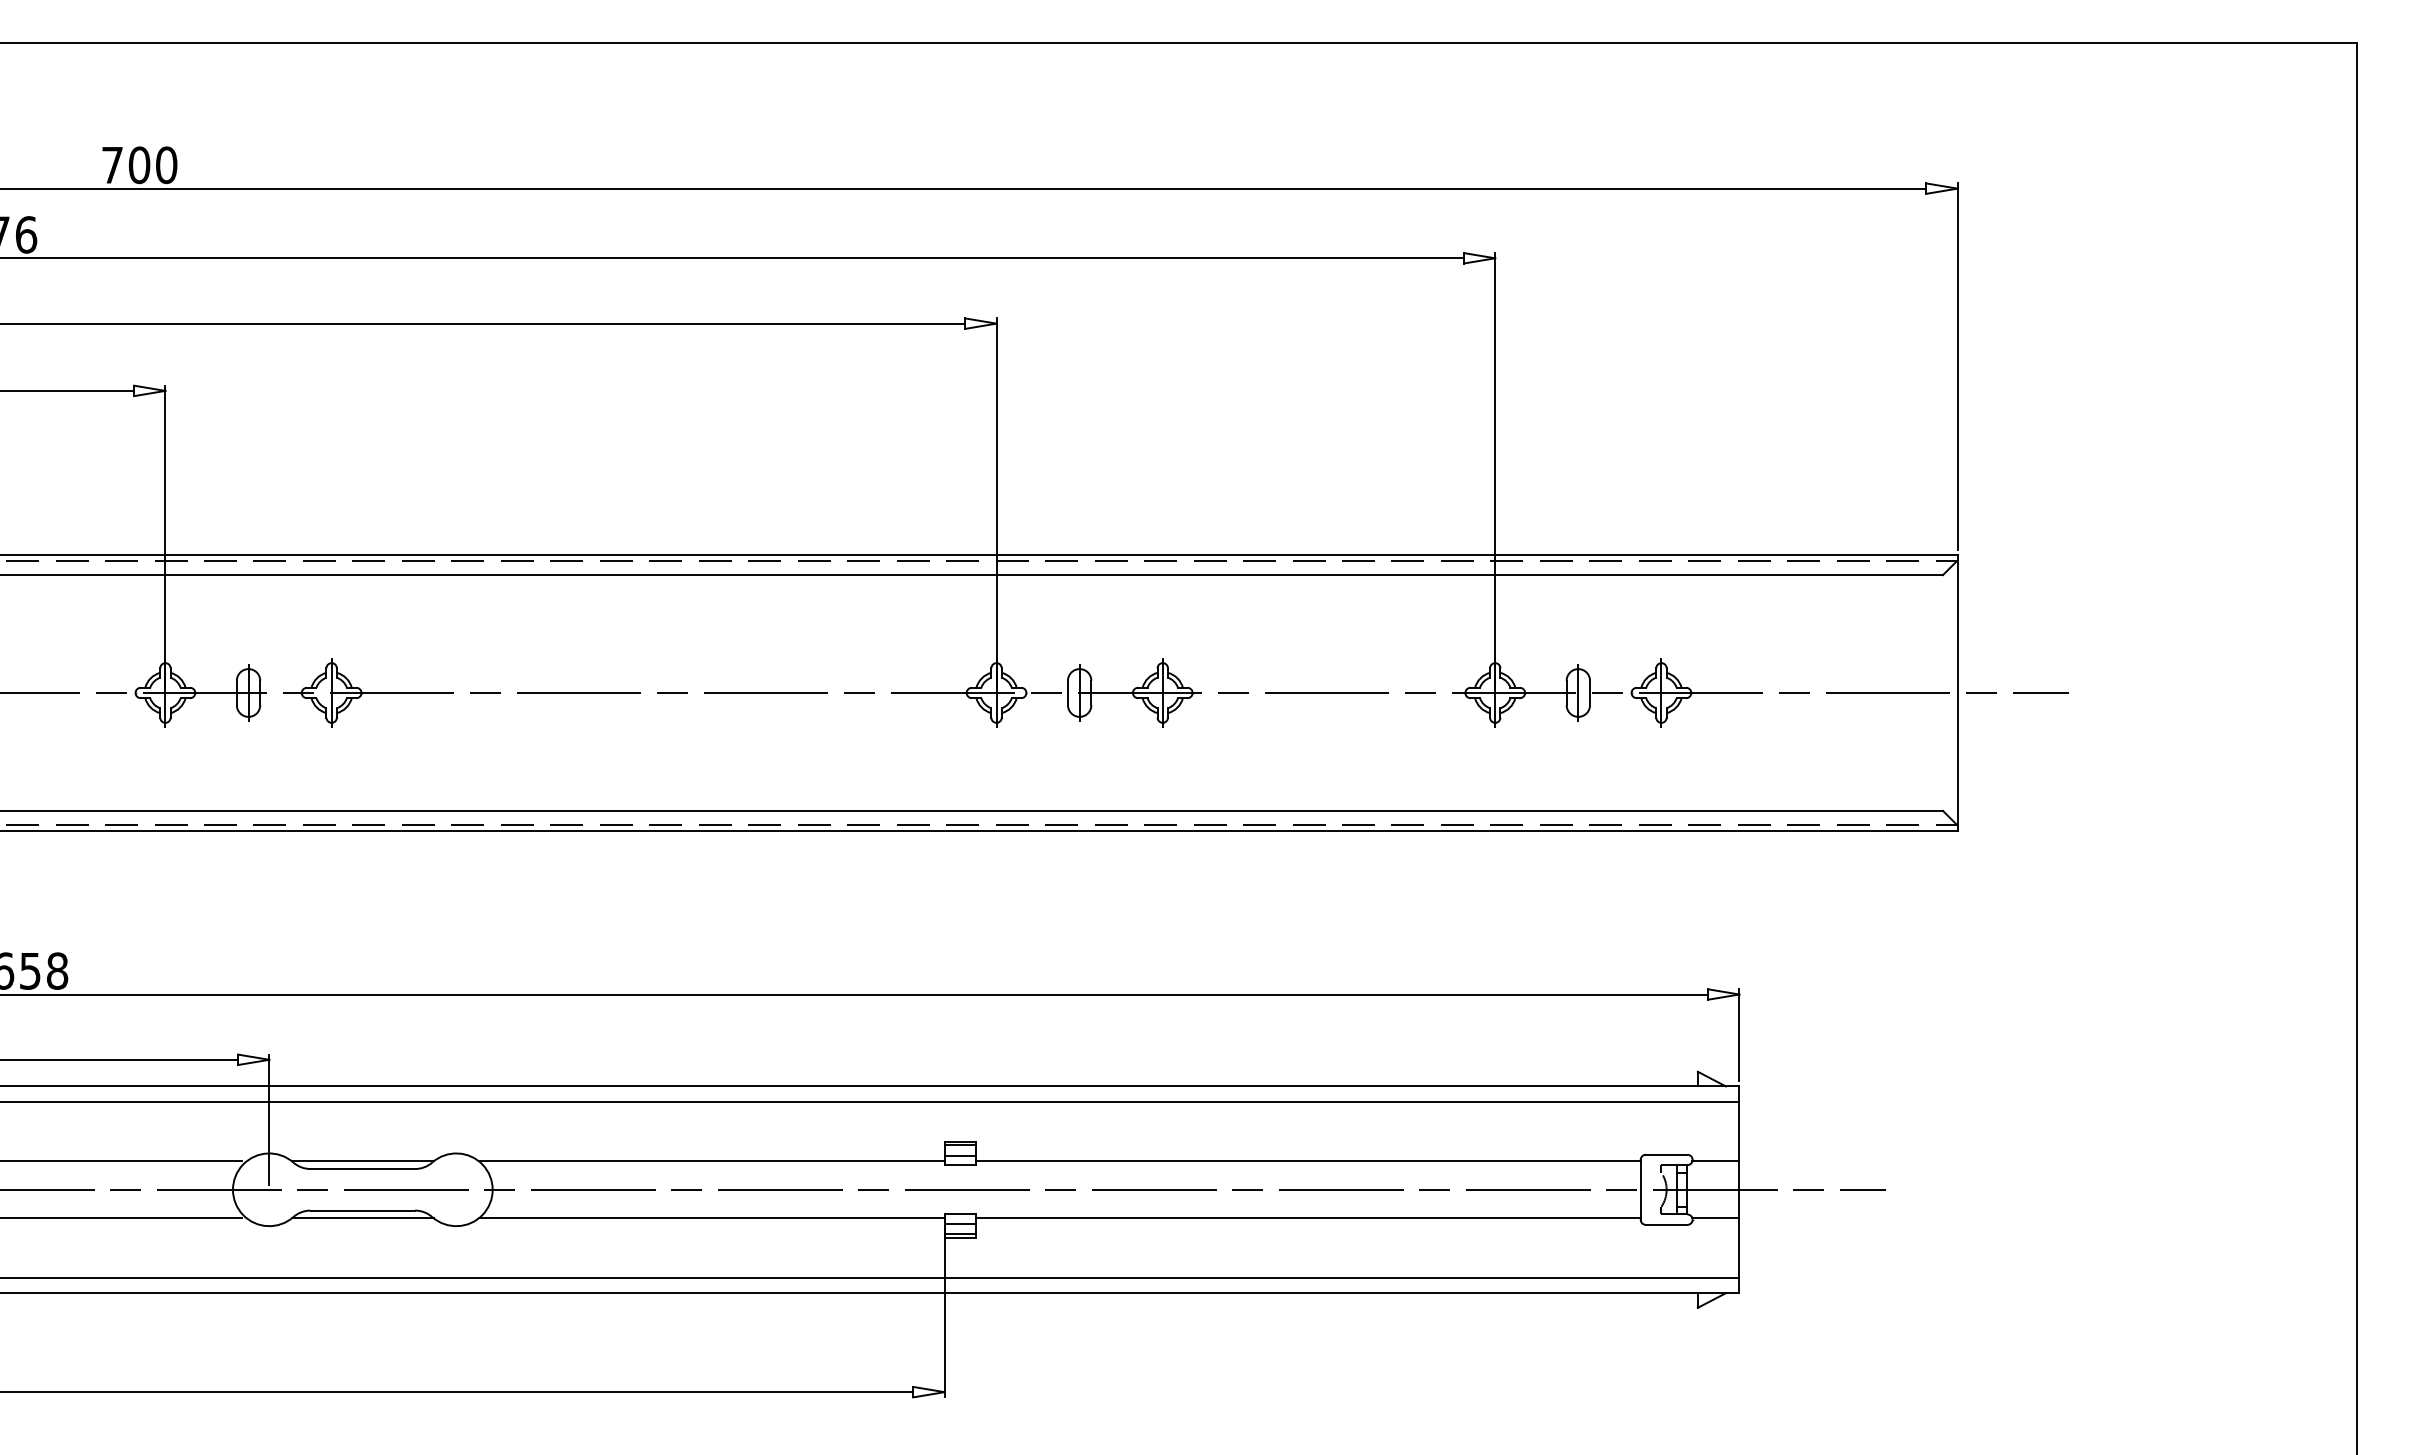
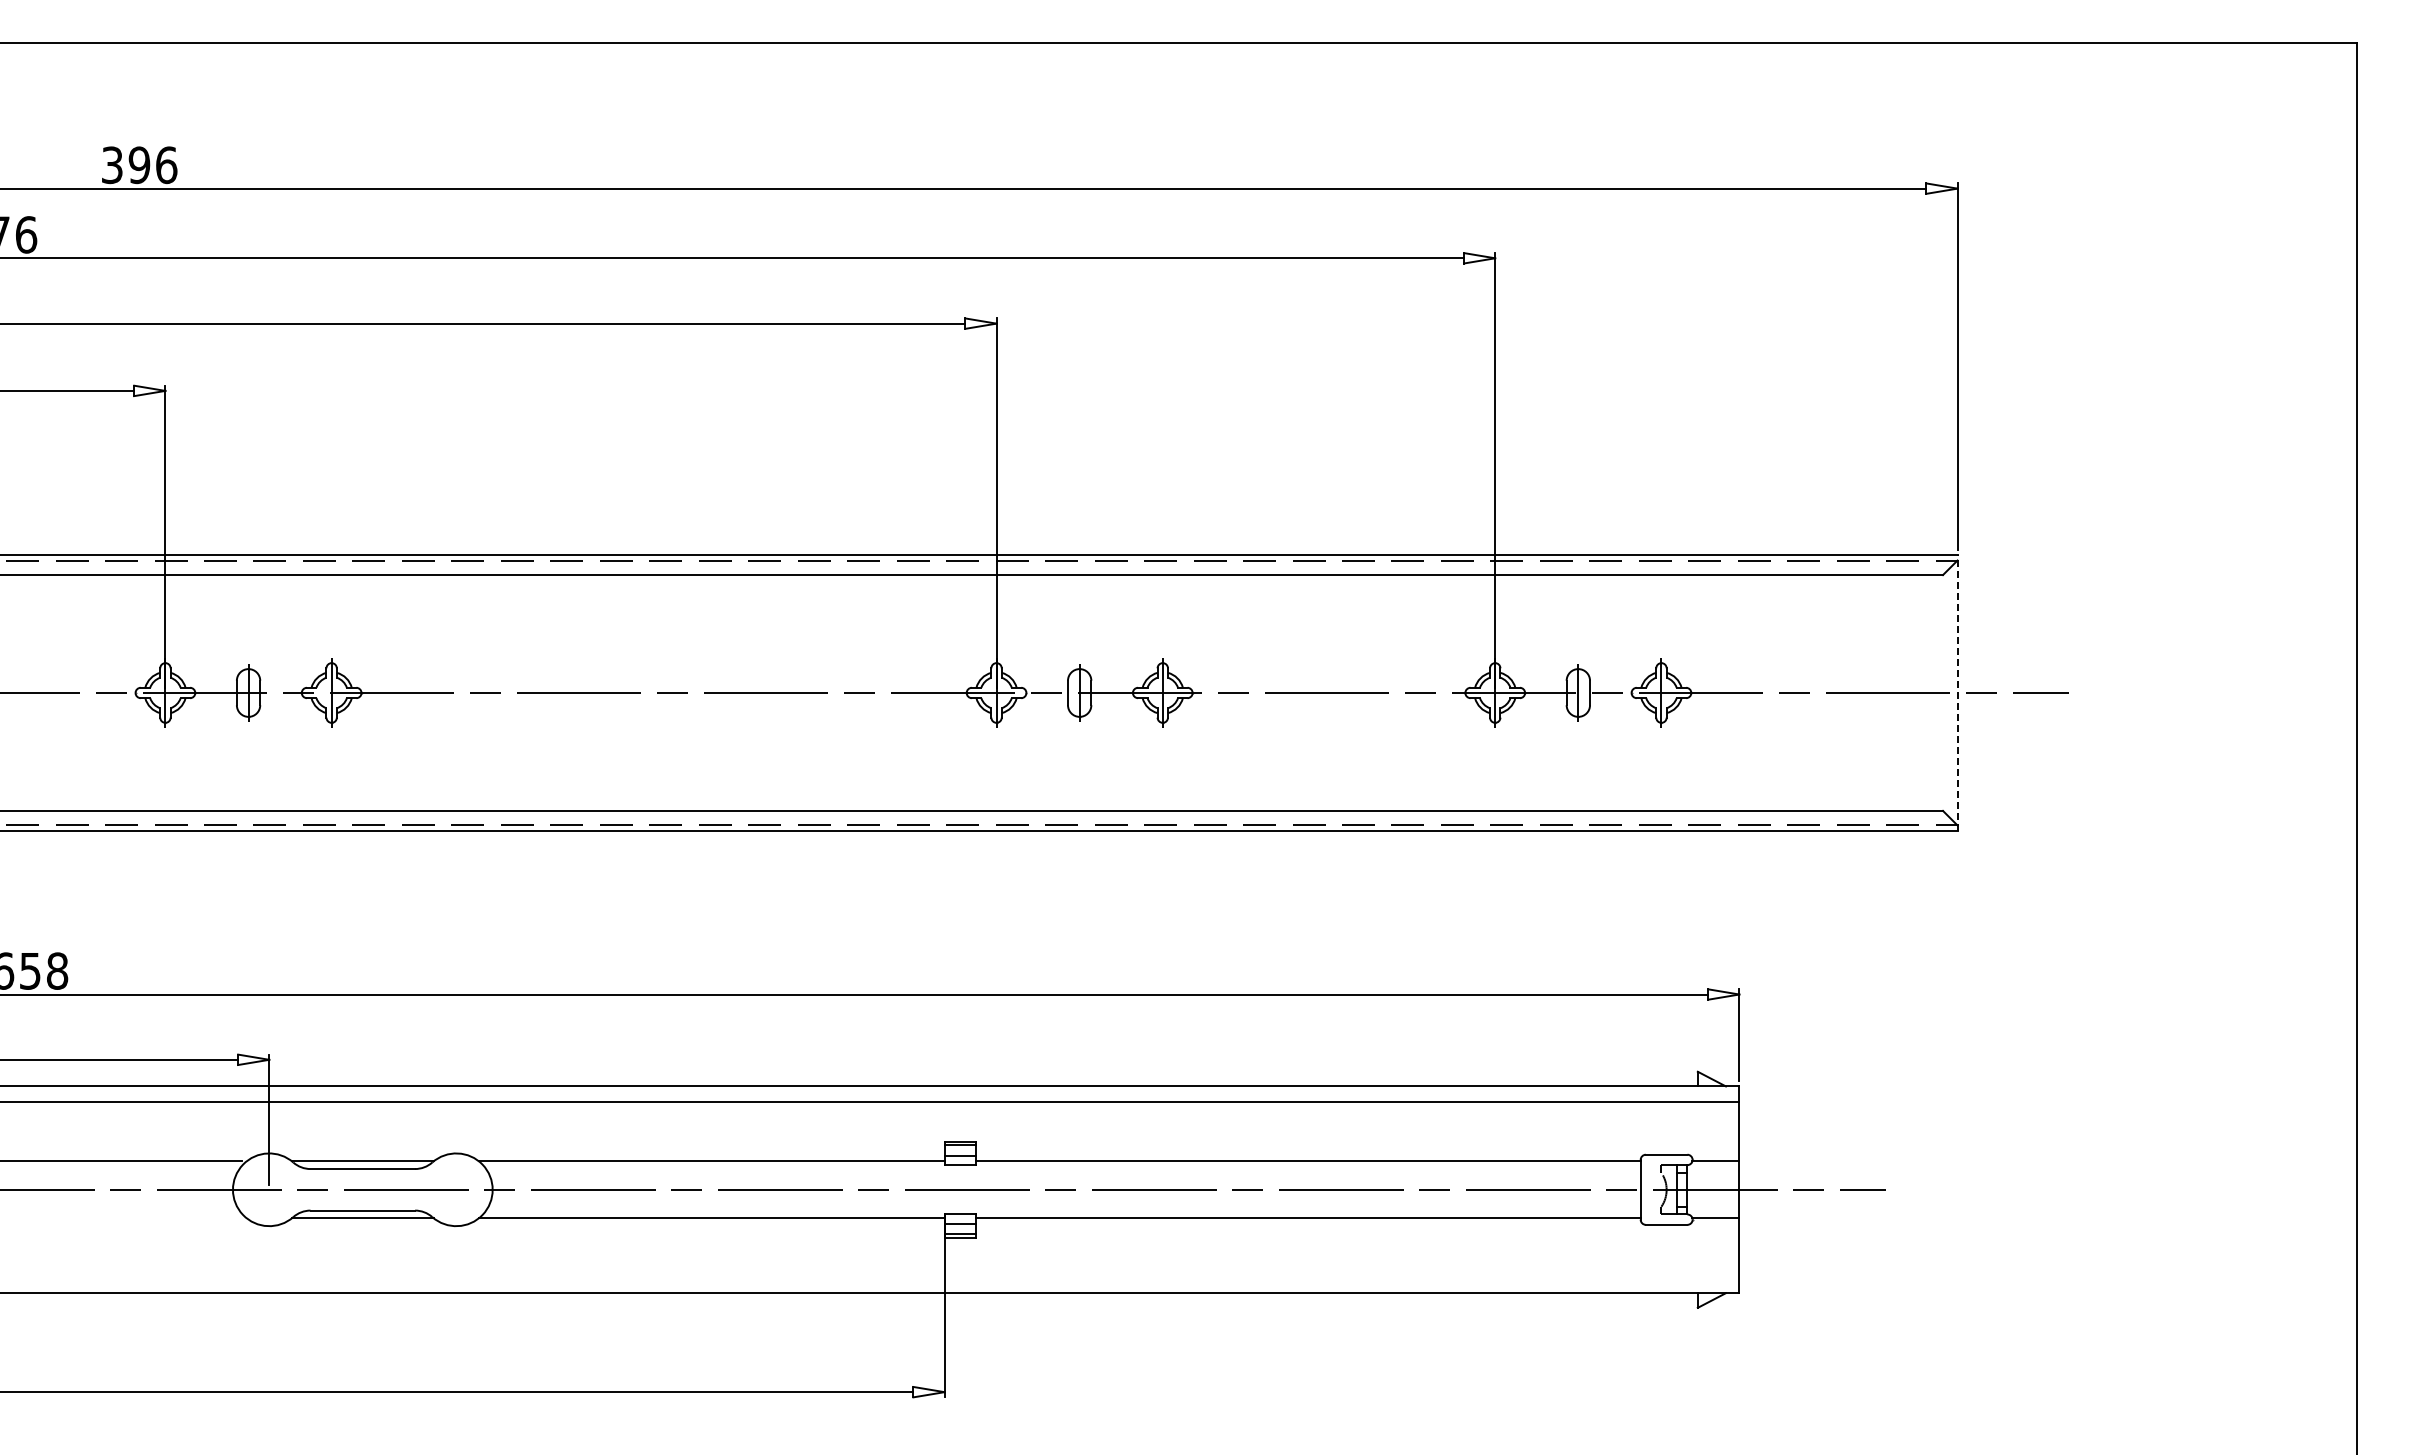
text at (139, 165): 700 -> 396
line at (1957, 693): solid -> dashed
line at (121, 1218): present -> none
line at (870, 1277): present -> none
